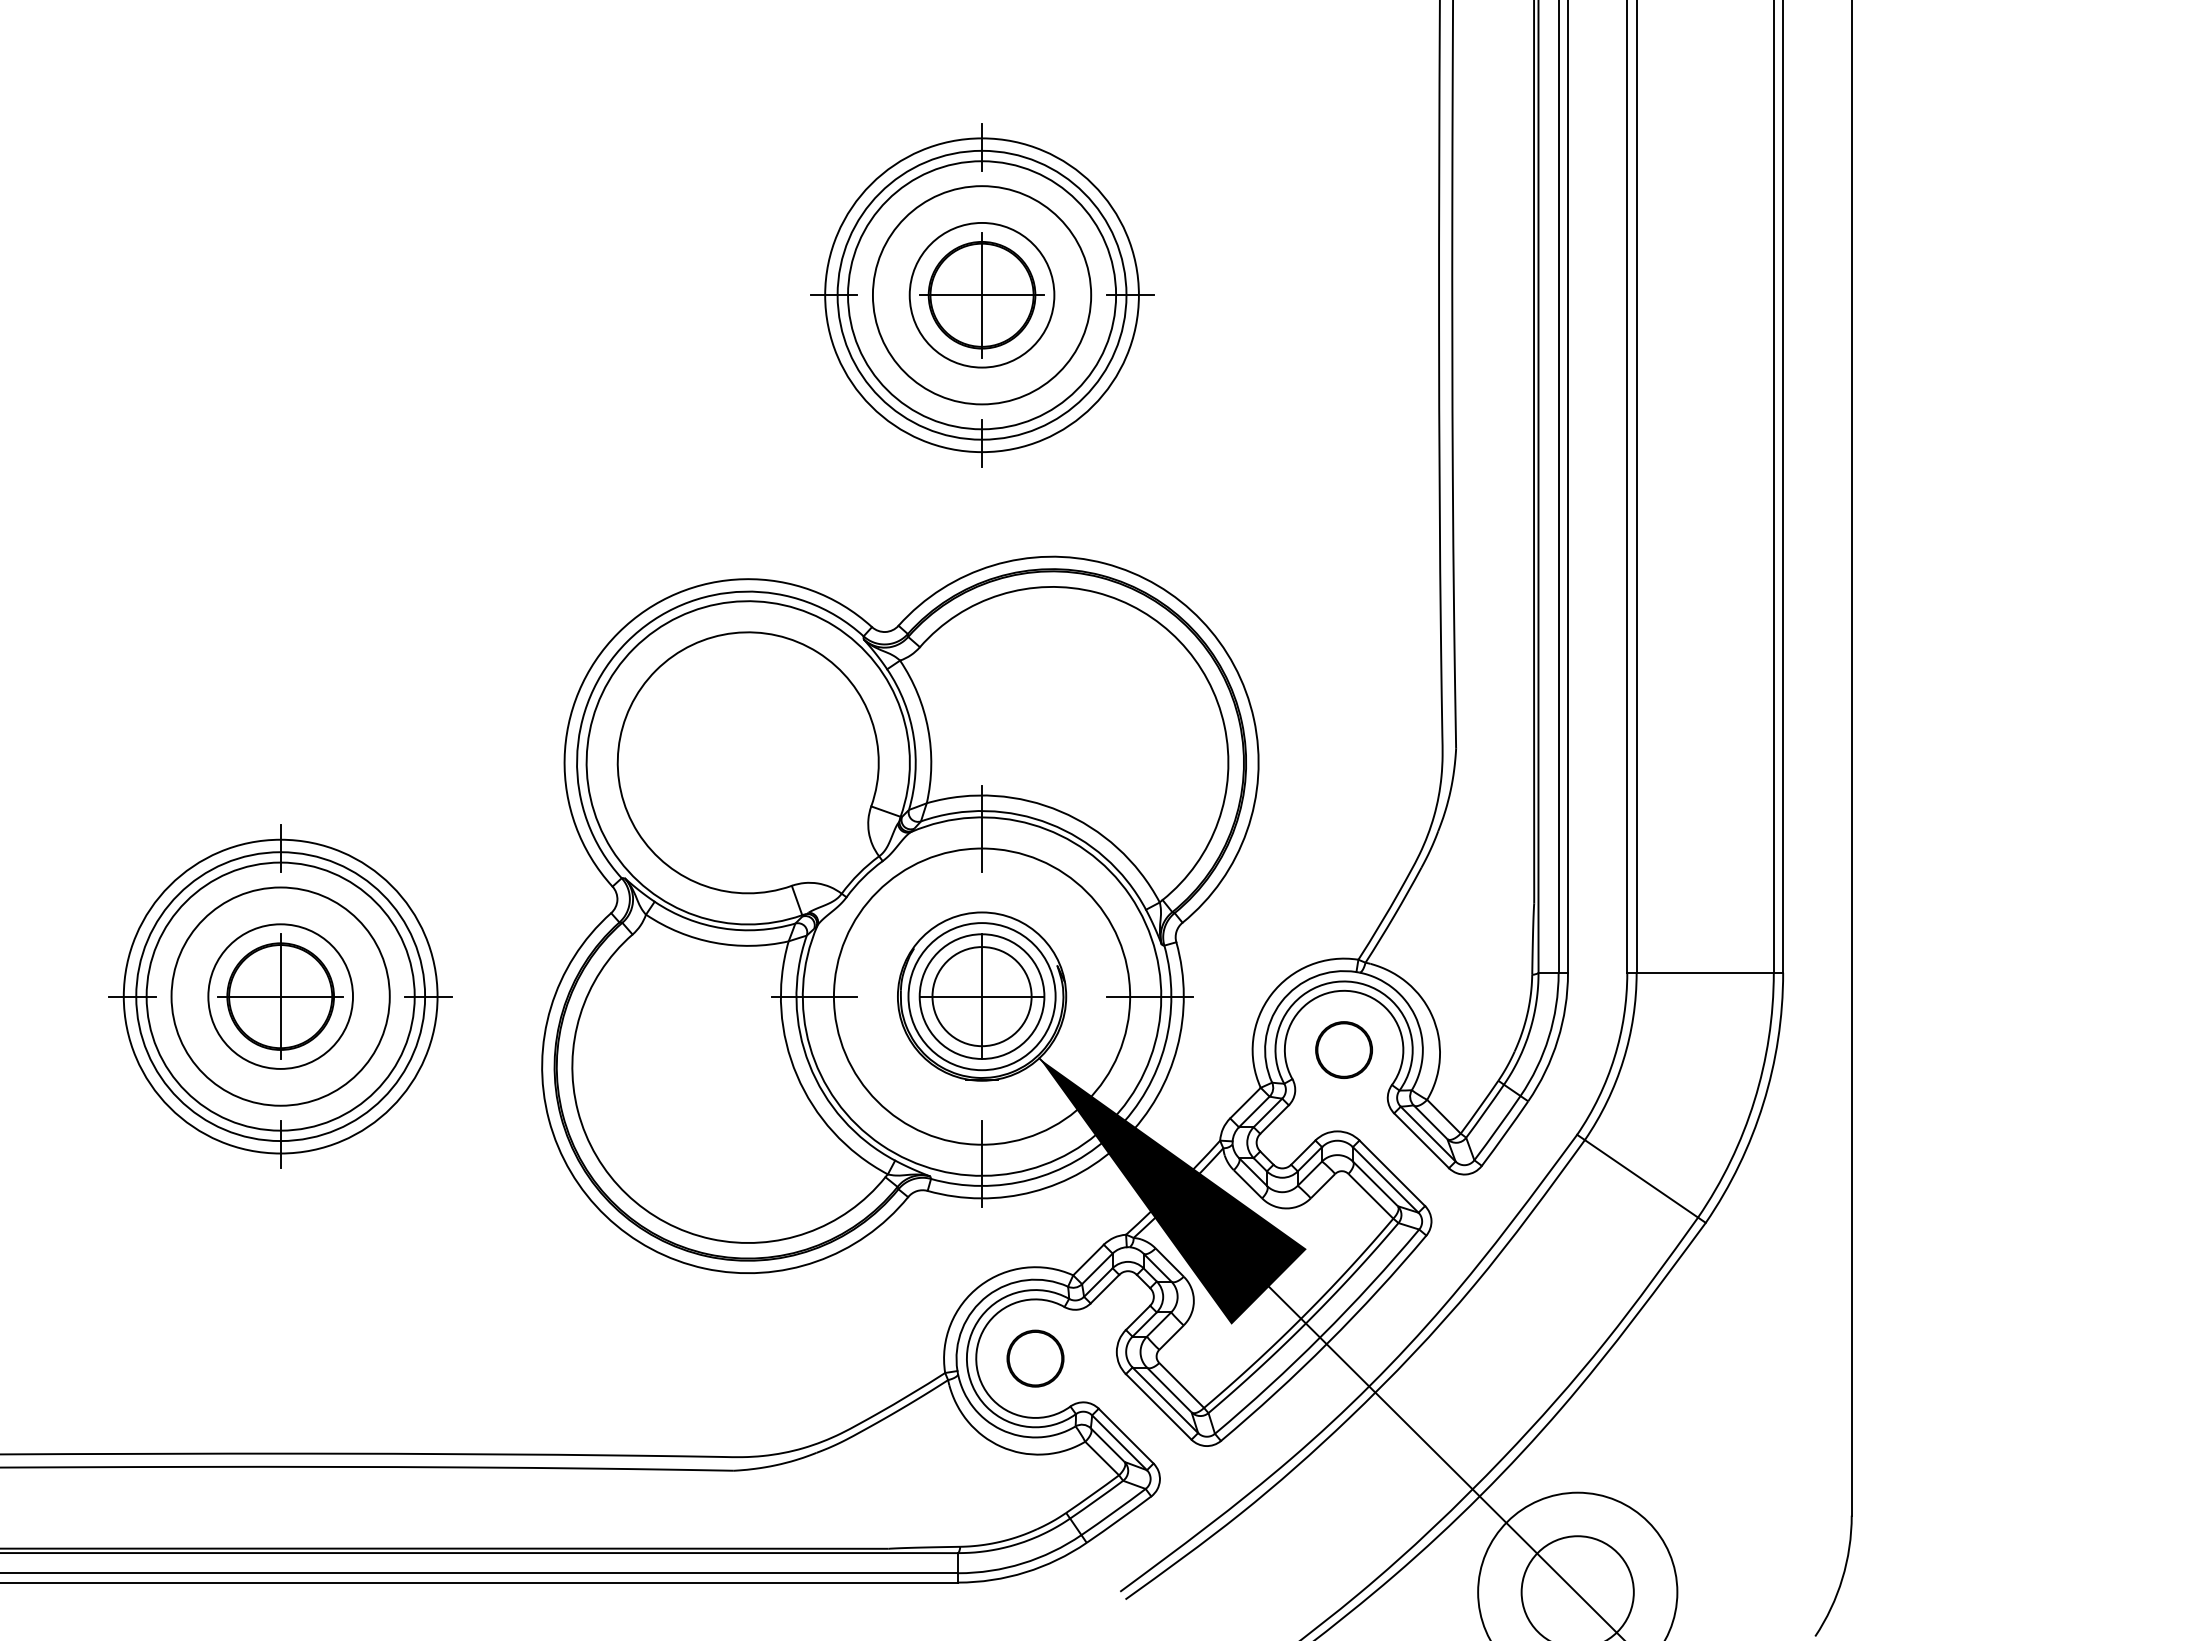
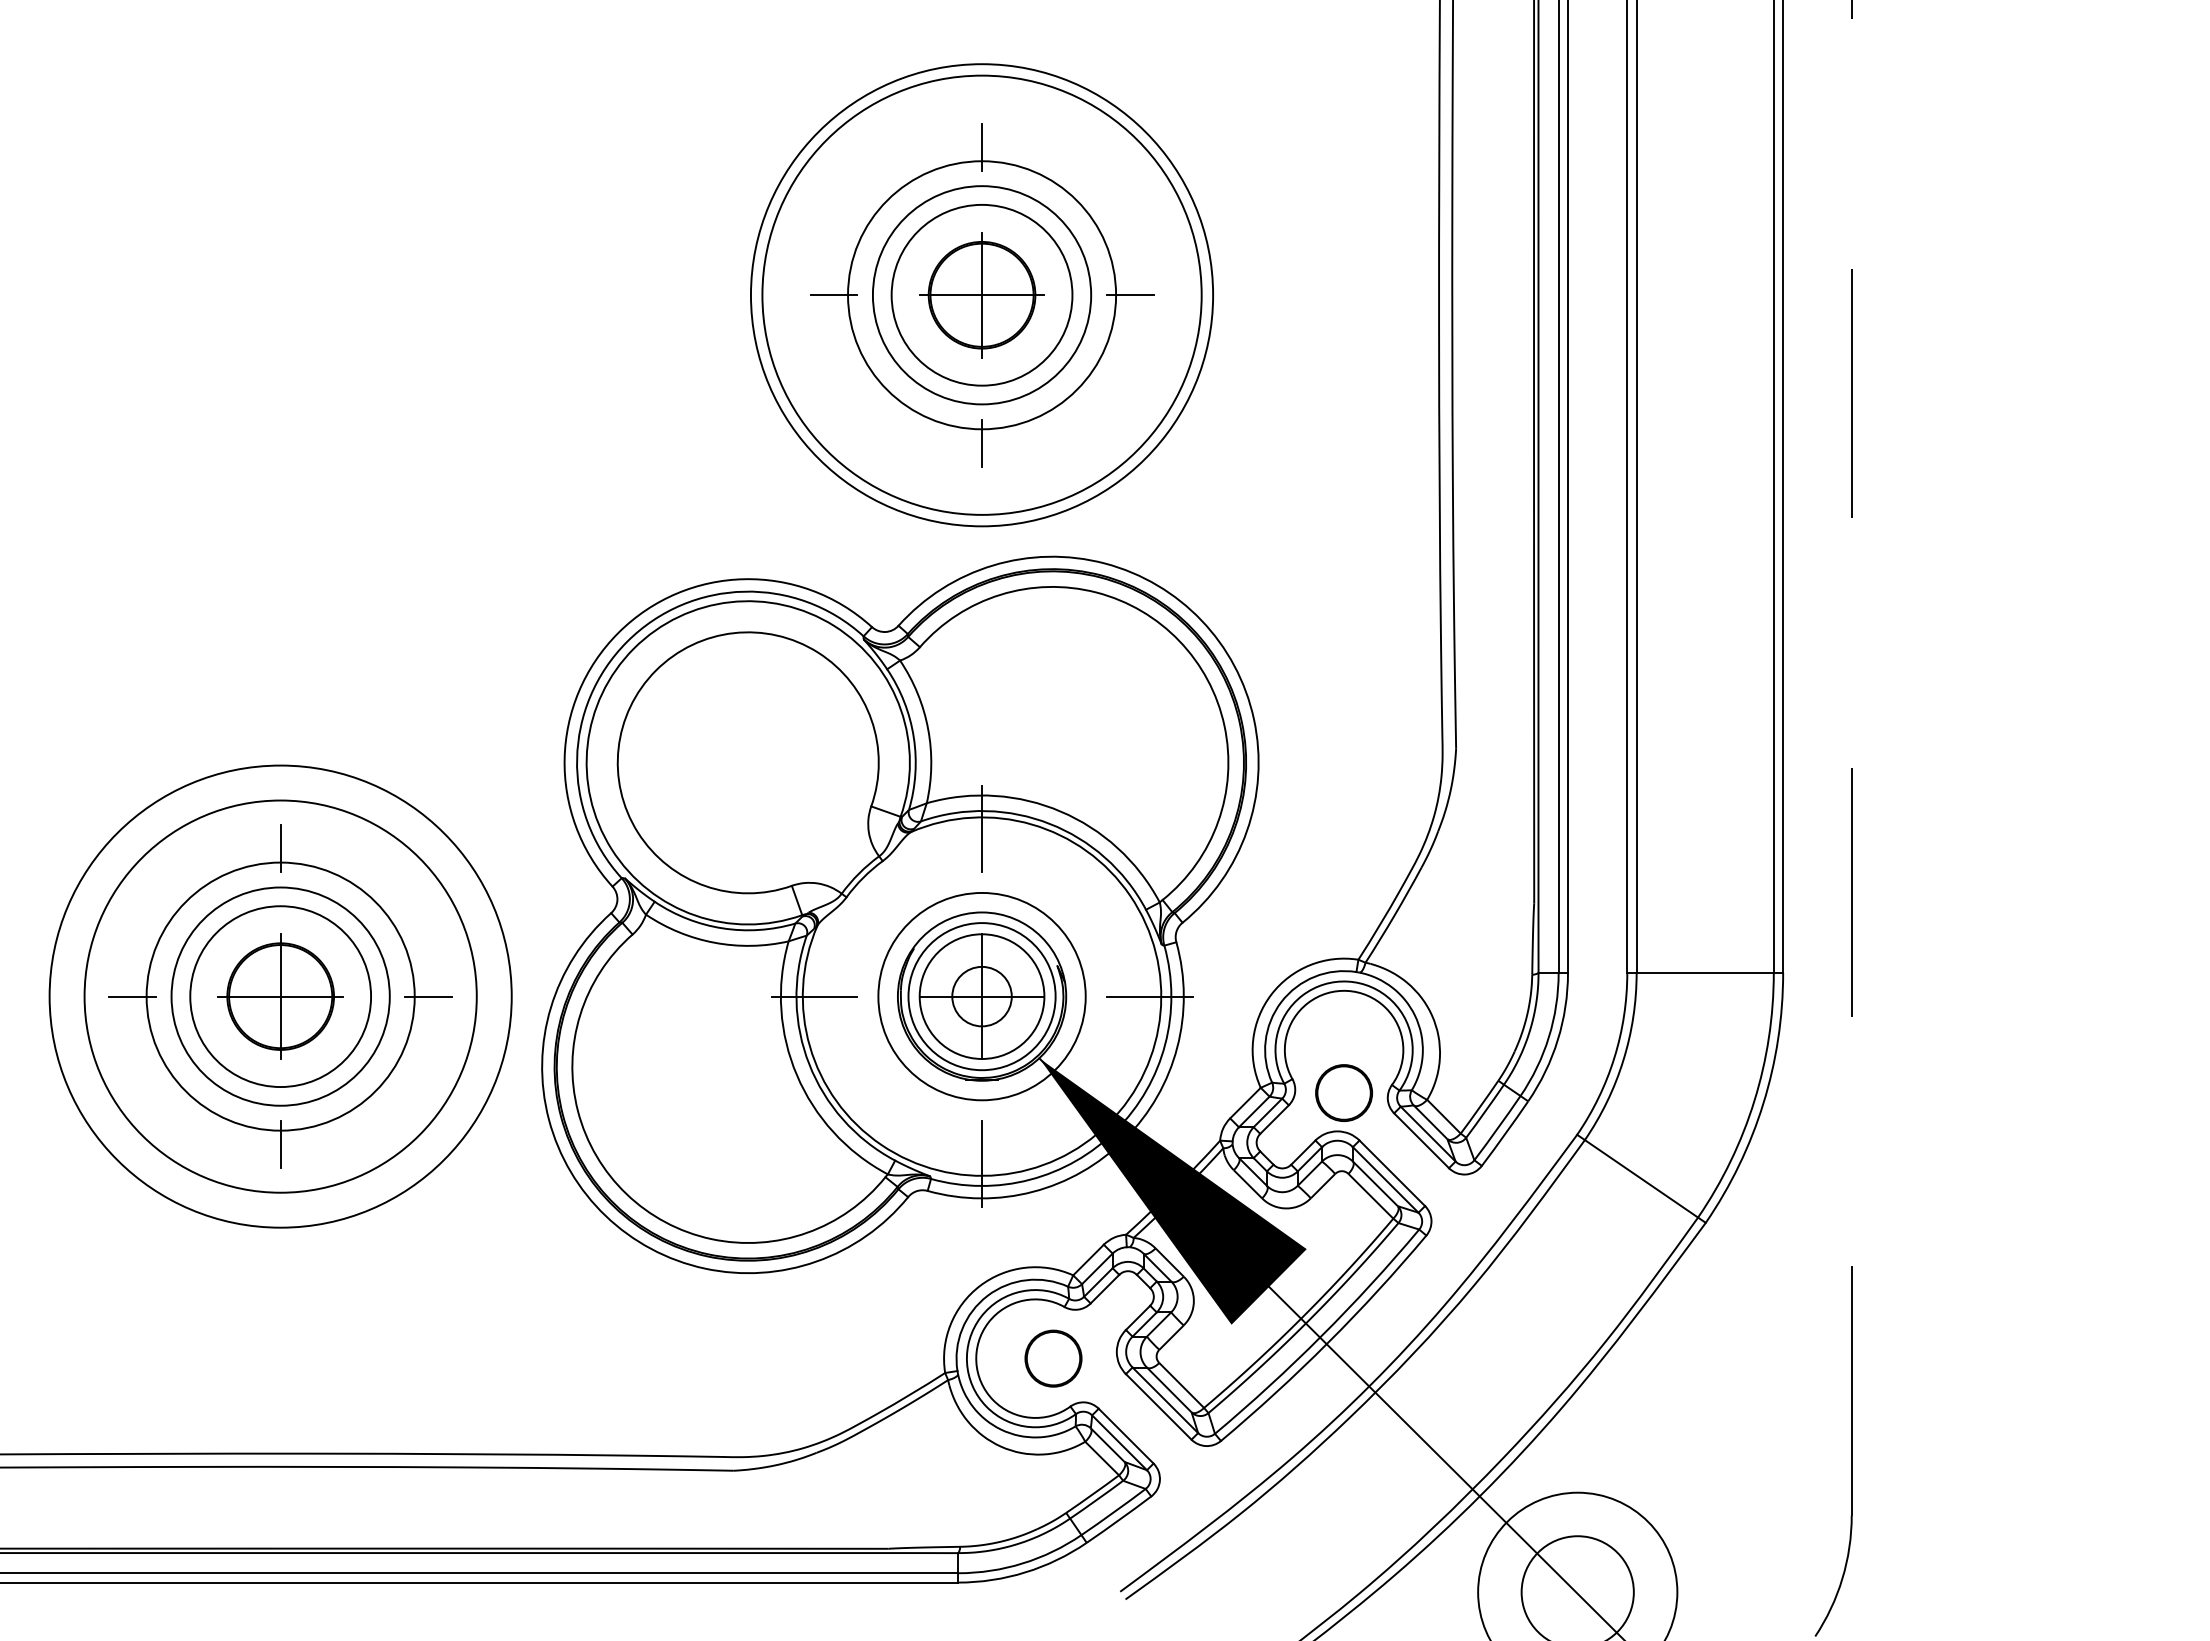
circle at (981, 294) diameter: 145 px -> 181 px
circle at (981, 294) diameter: 289 px -> 462 px
circle at (981, 295) diameter: 314 px -> 439 px
line at (1851, 757): solid -> dashed
circle at (280, 996) diameter: 145 px -> 181 px
circle at (280, 996) diameter: 289 px -> 462 px
circle at (280, 996) diameter: 314 px -> 392 px
circle at (981, 996) diameter: 296 px -> 207 px
circle at (981, 996) diameter: 99 px -> 59 px
circle at (1343, 1049) position: (1343, 1049) -> (1343, 1092)
circle at (1035, 1358) position: (1035, 1358) -> (1053, 1358)
